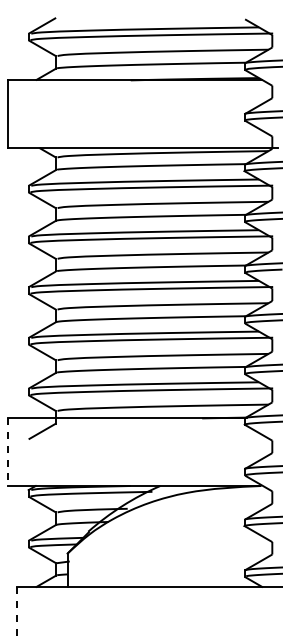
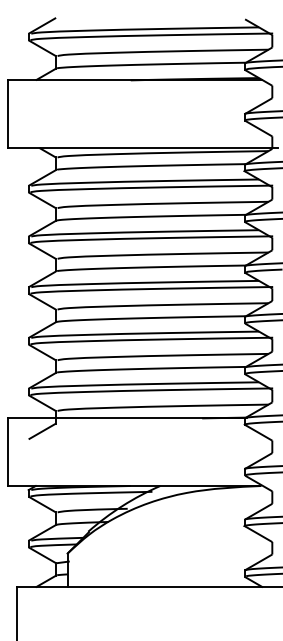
line at (8, 452): dashed -> solid
line at (16, 614): dashed -> solid
